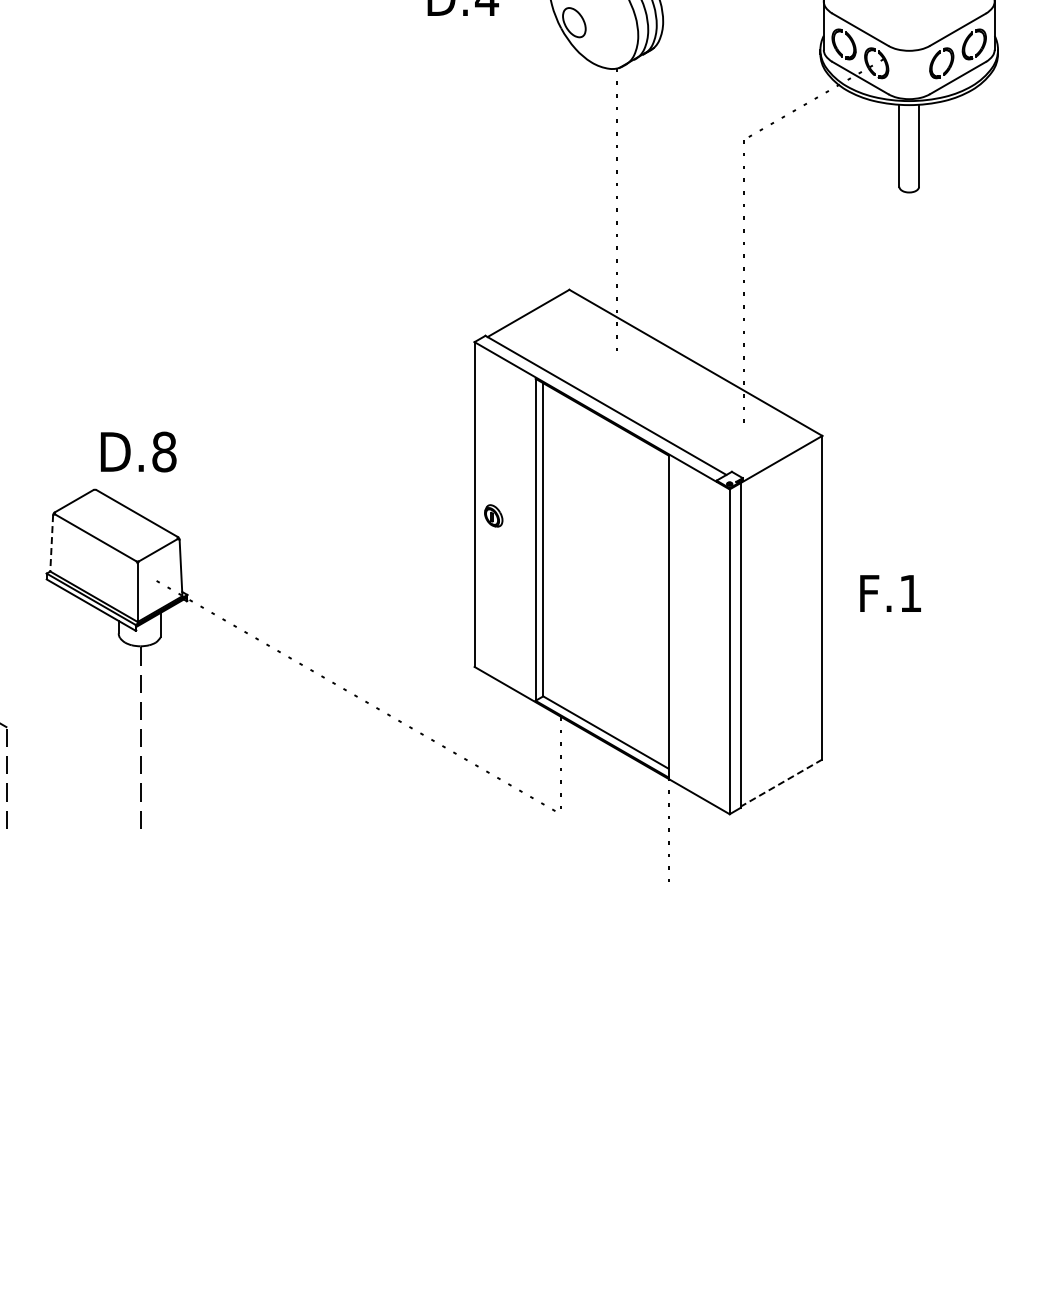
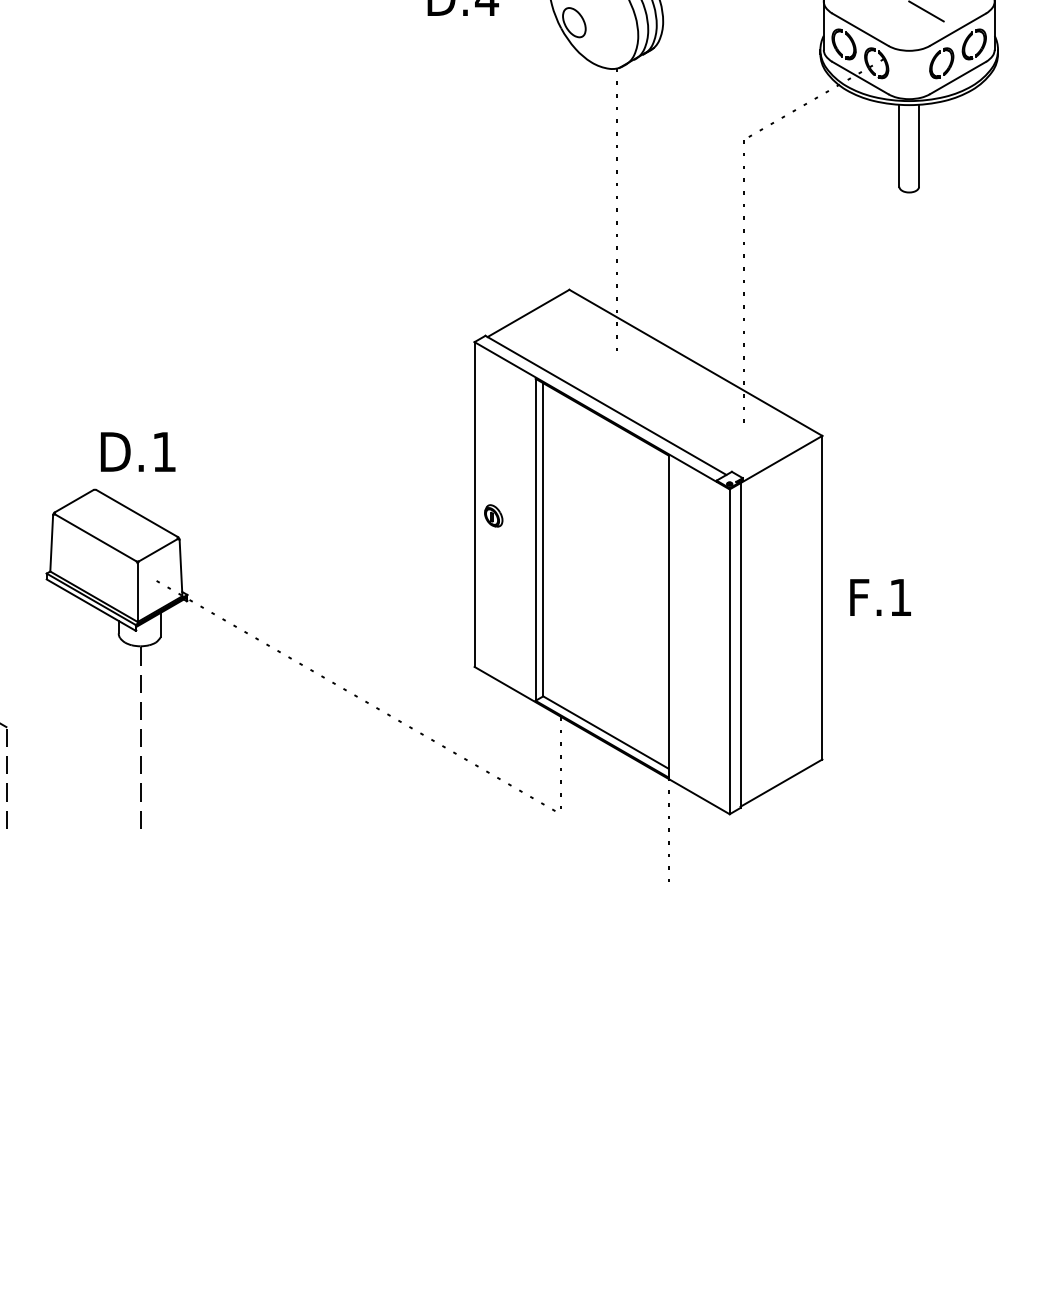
line at (926, 11): none -> present
text at (164, 451): D.8 -> D.1
line at (51, 543): dashed -> solid
text at (890, 593) position: (890, 593) -> (880, 597)
line at (781, 783): dashed -> solid
